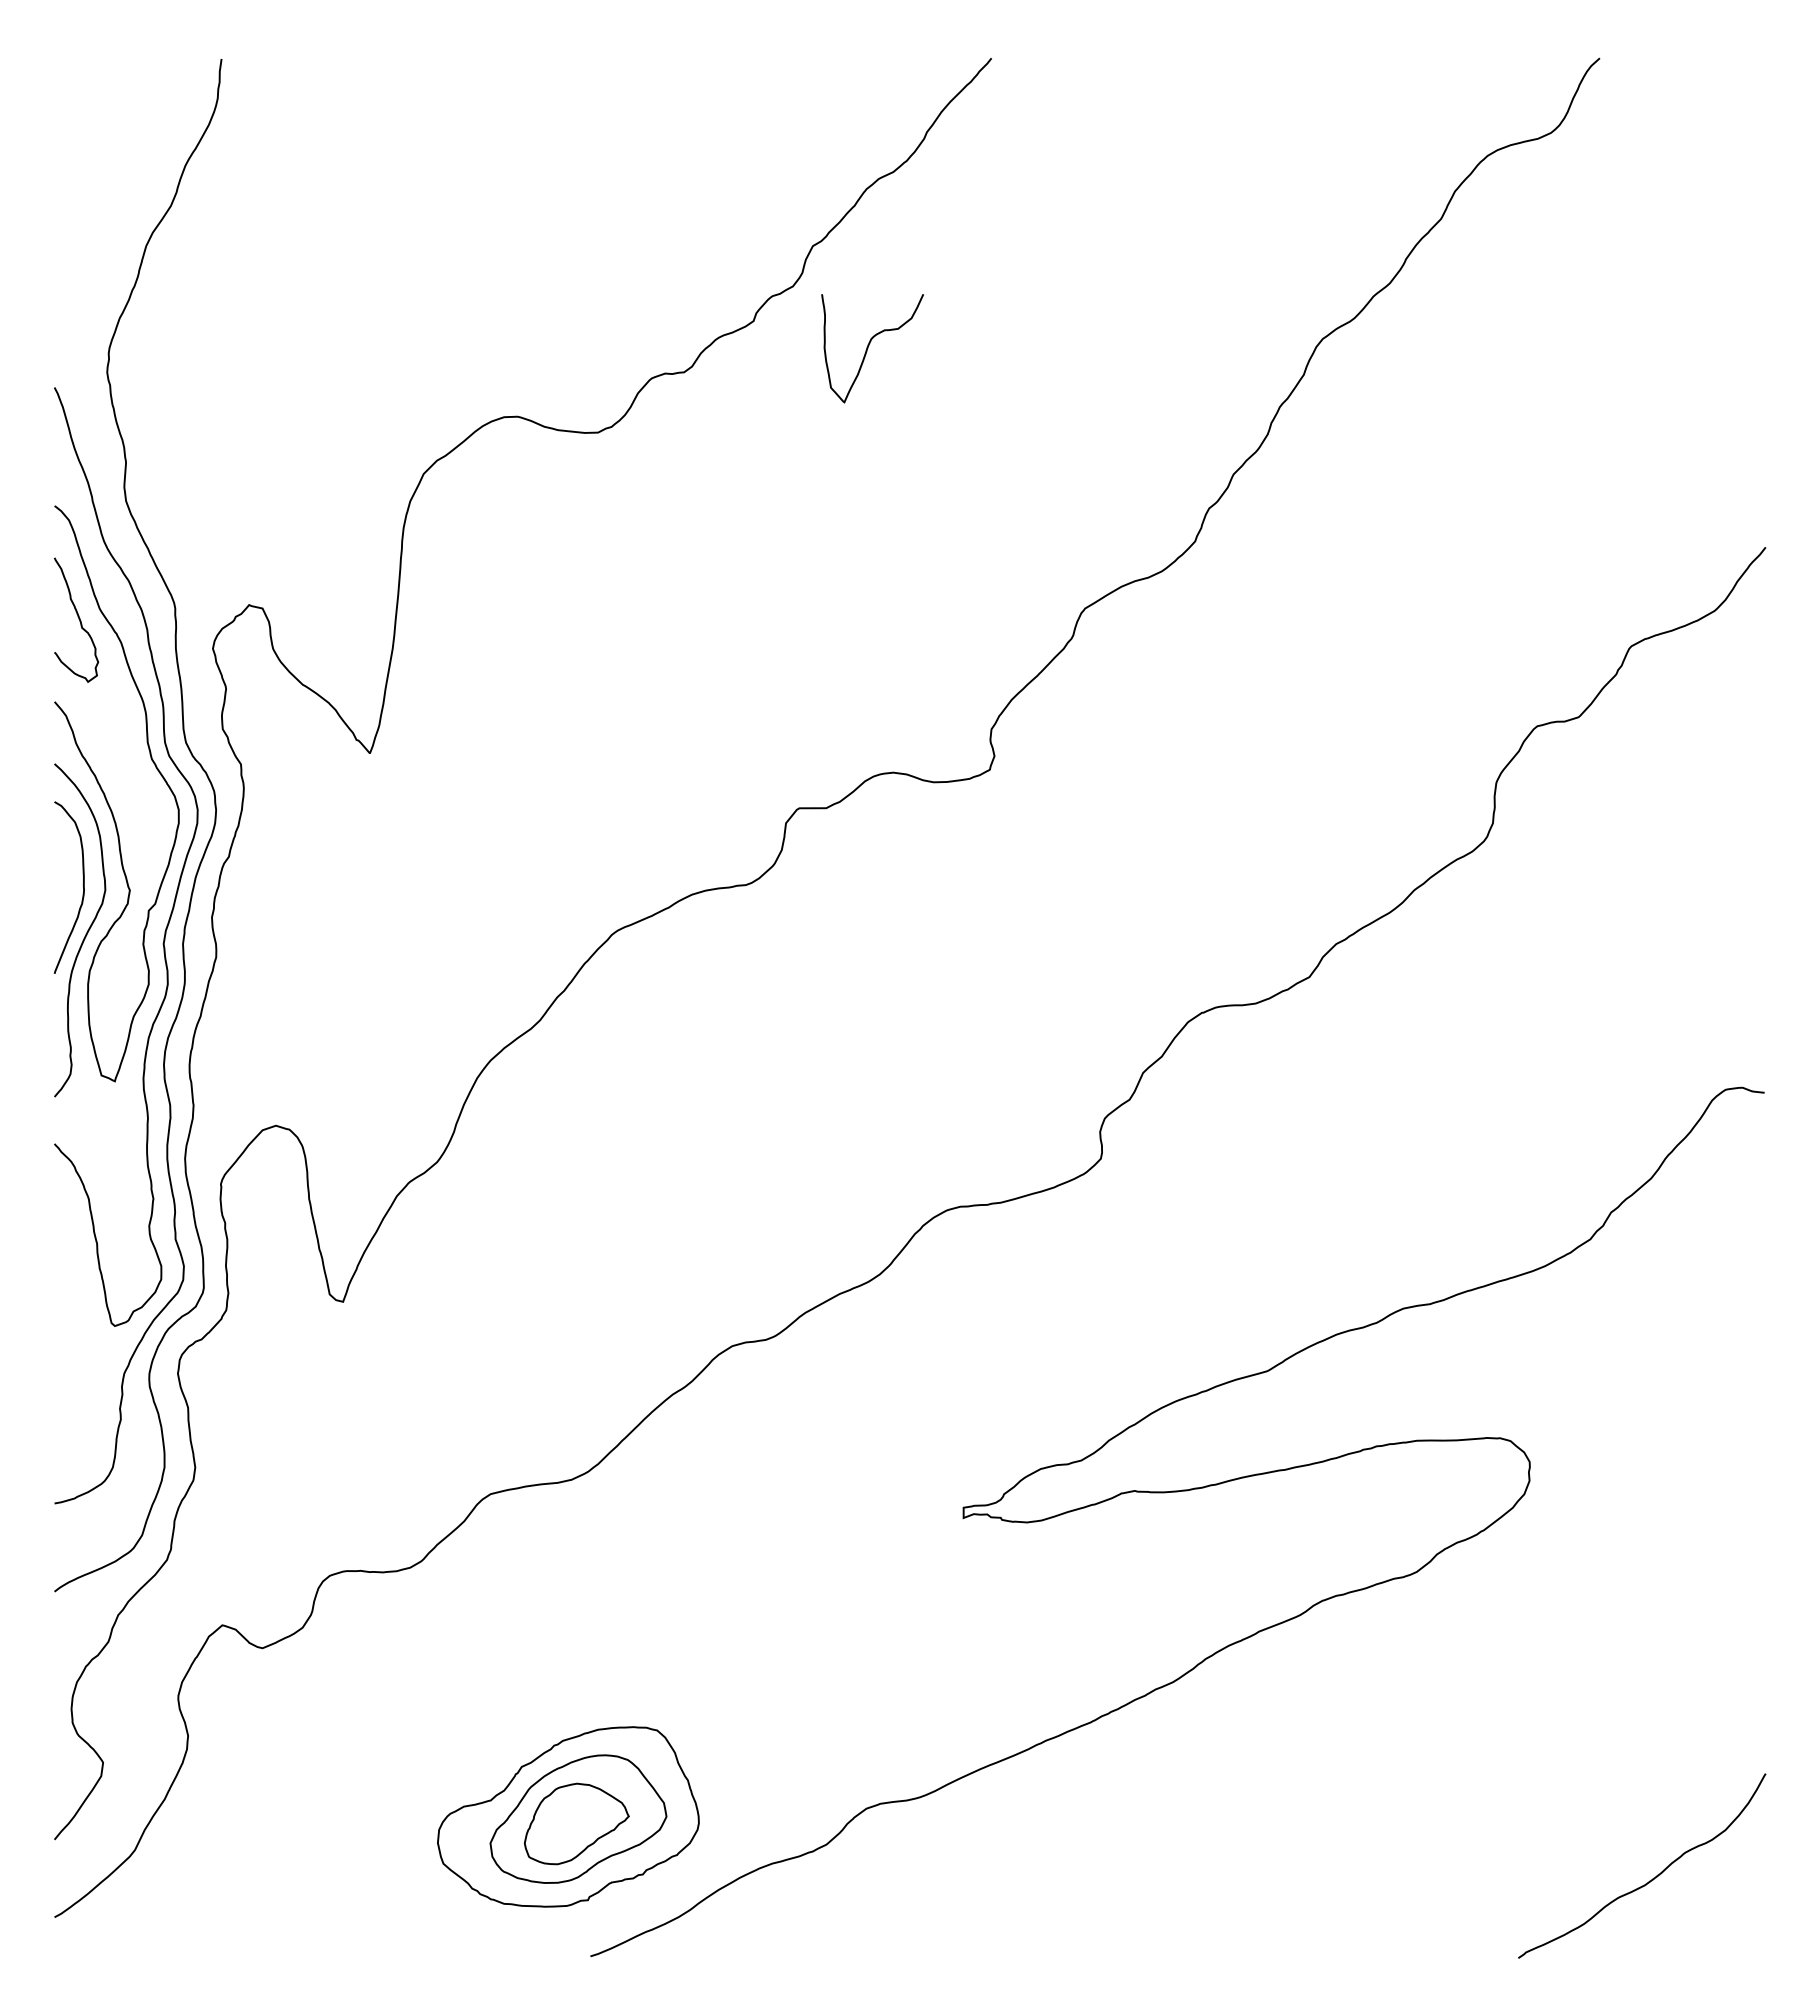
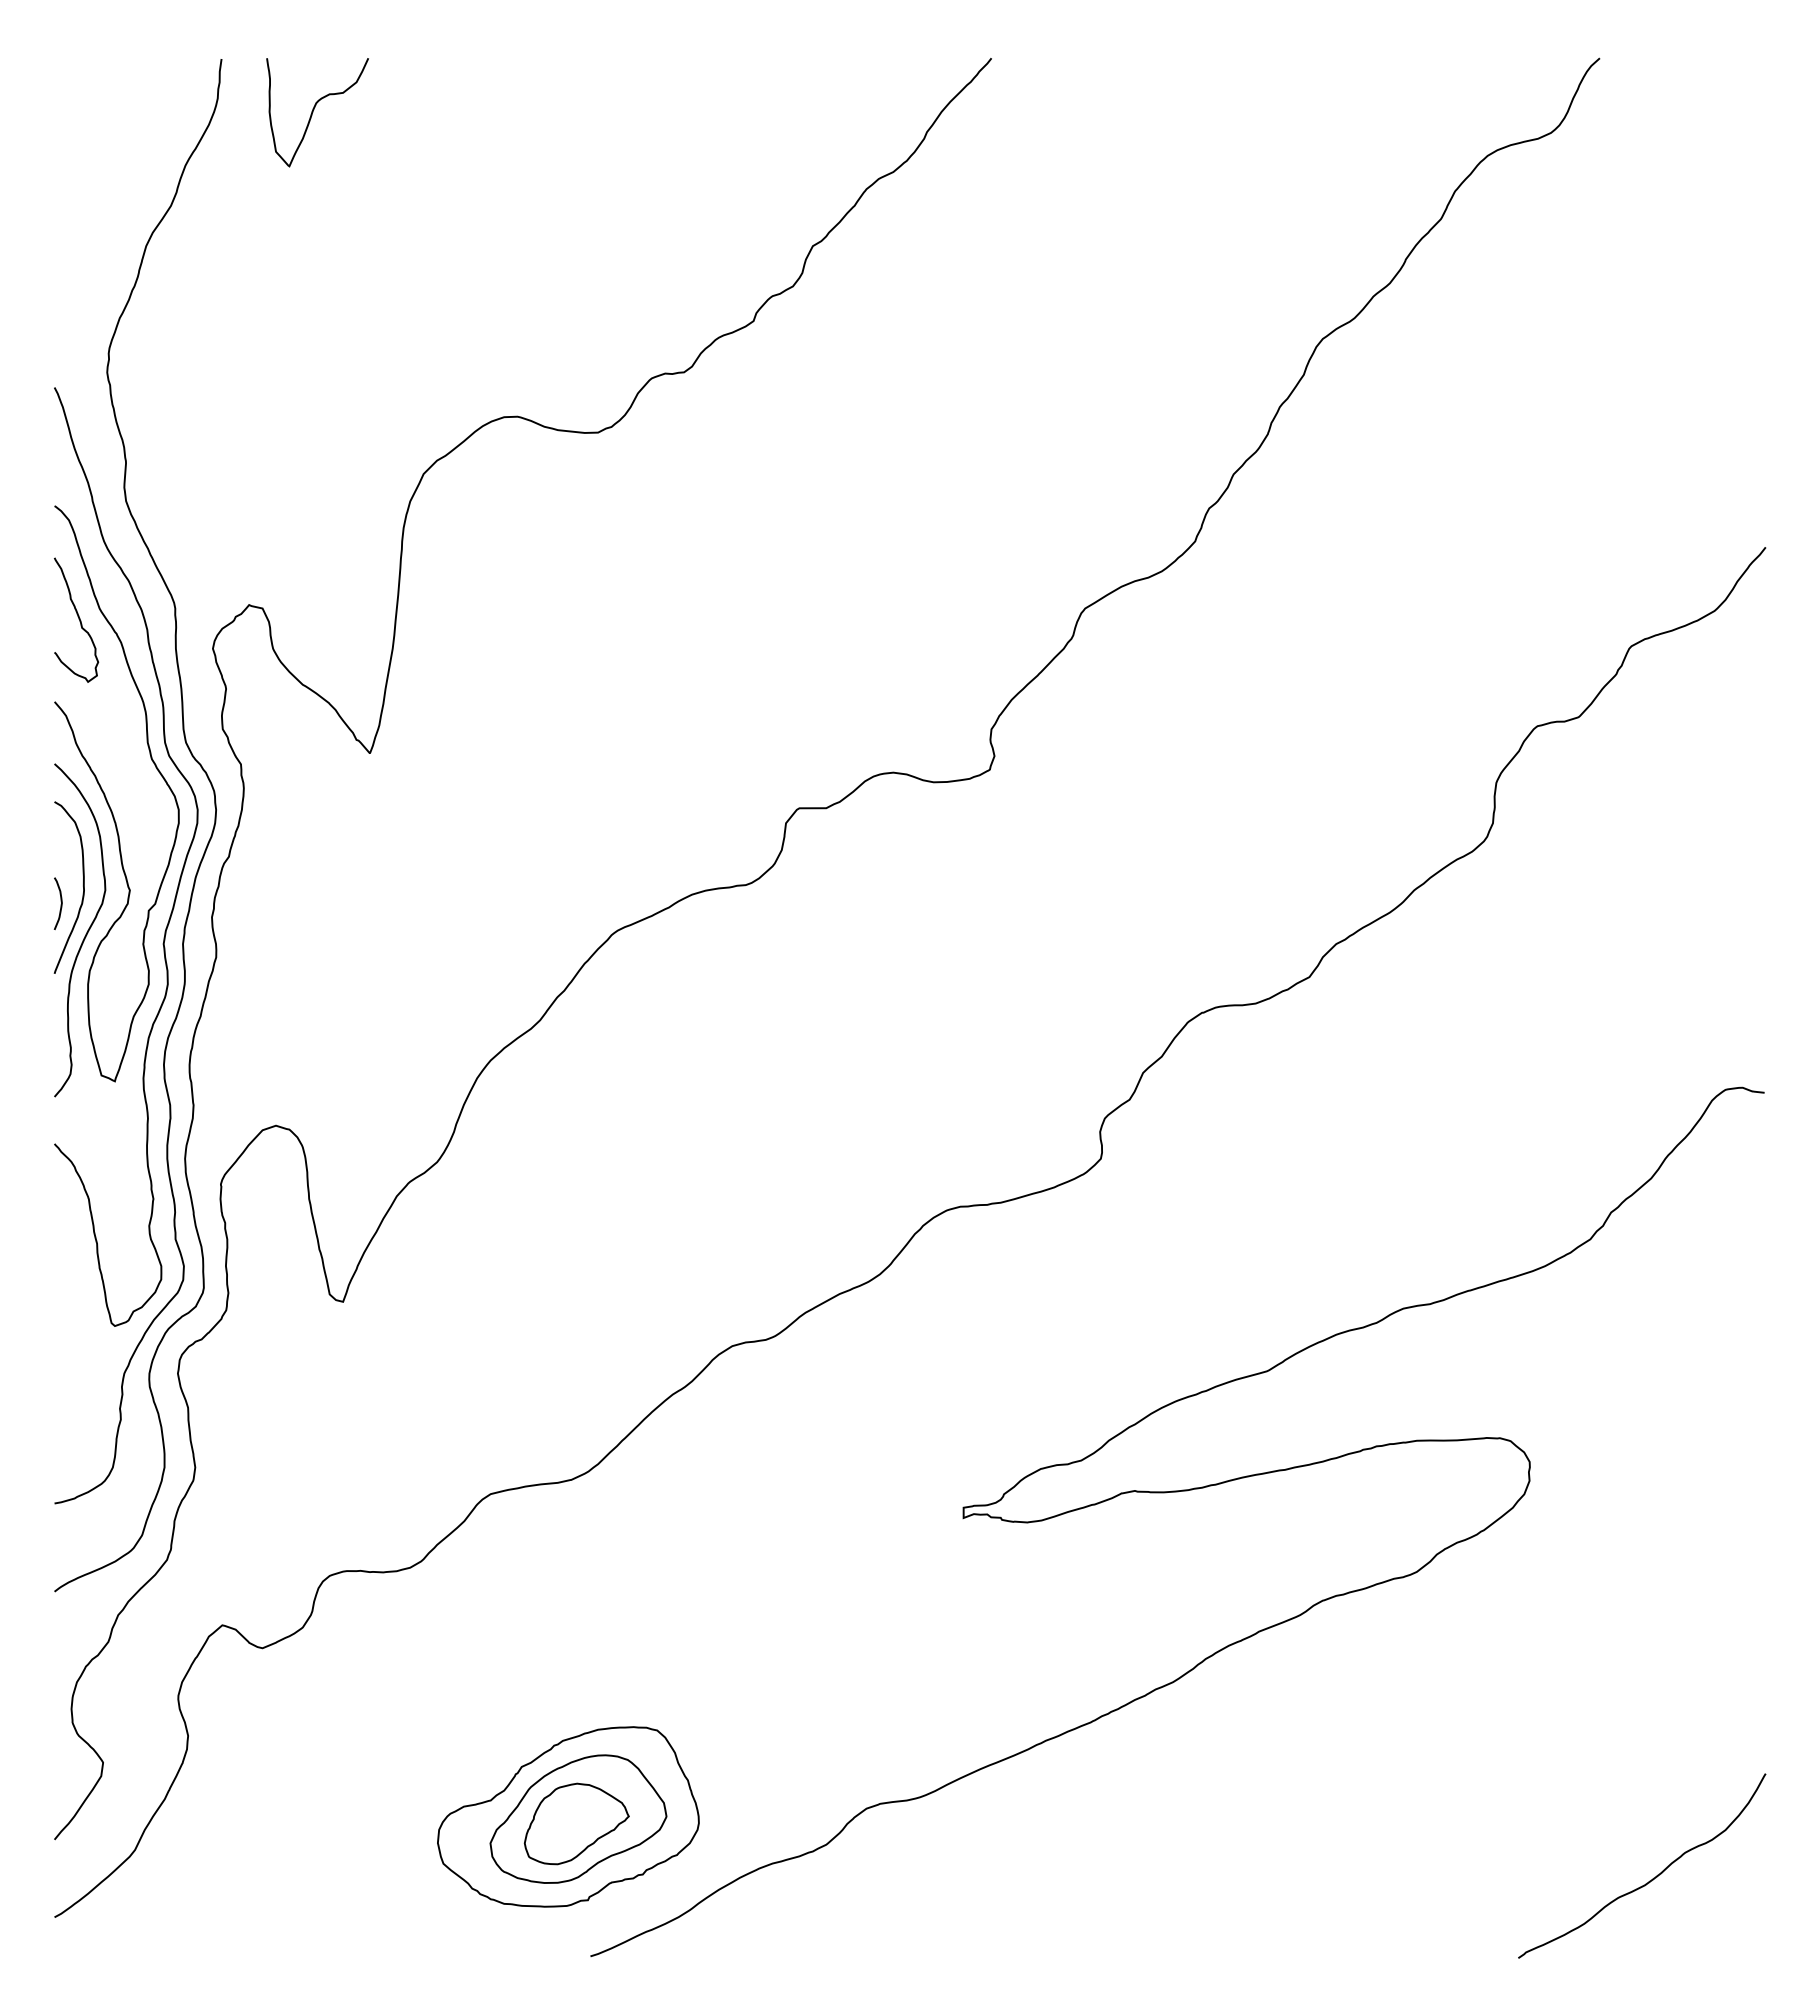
curve at (868, 348) position: (868, 348) -> (313, 112)
curve at (60, 904): none -> present
